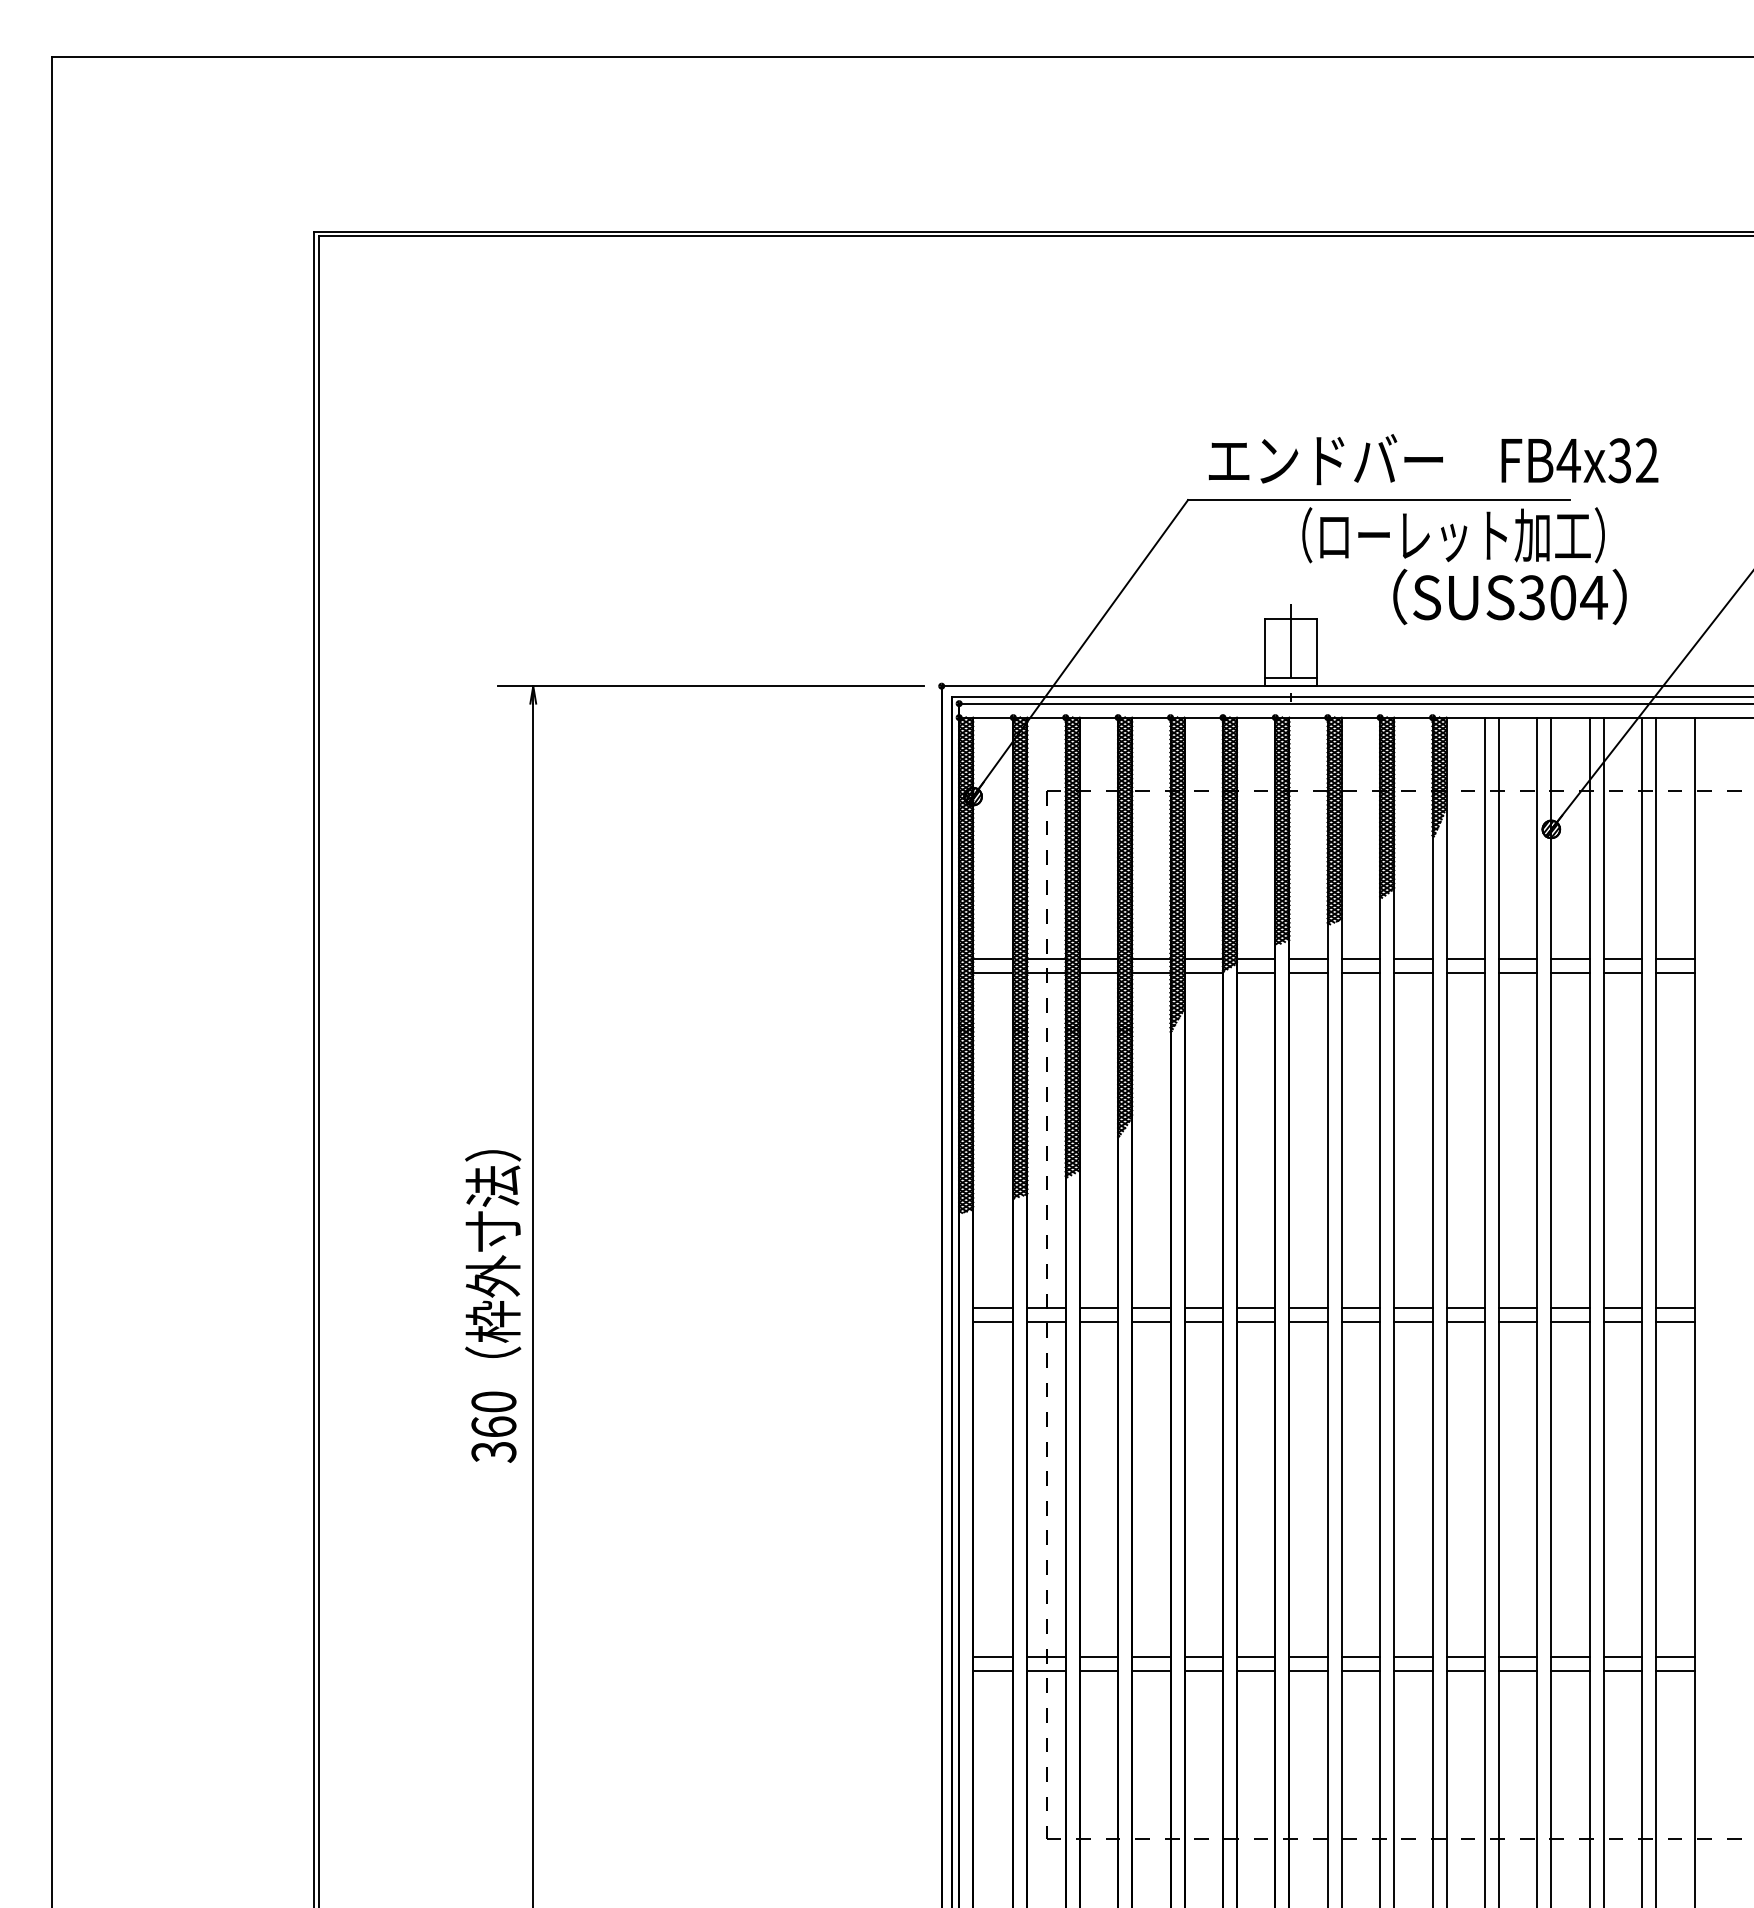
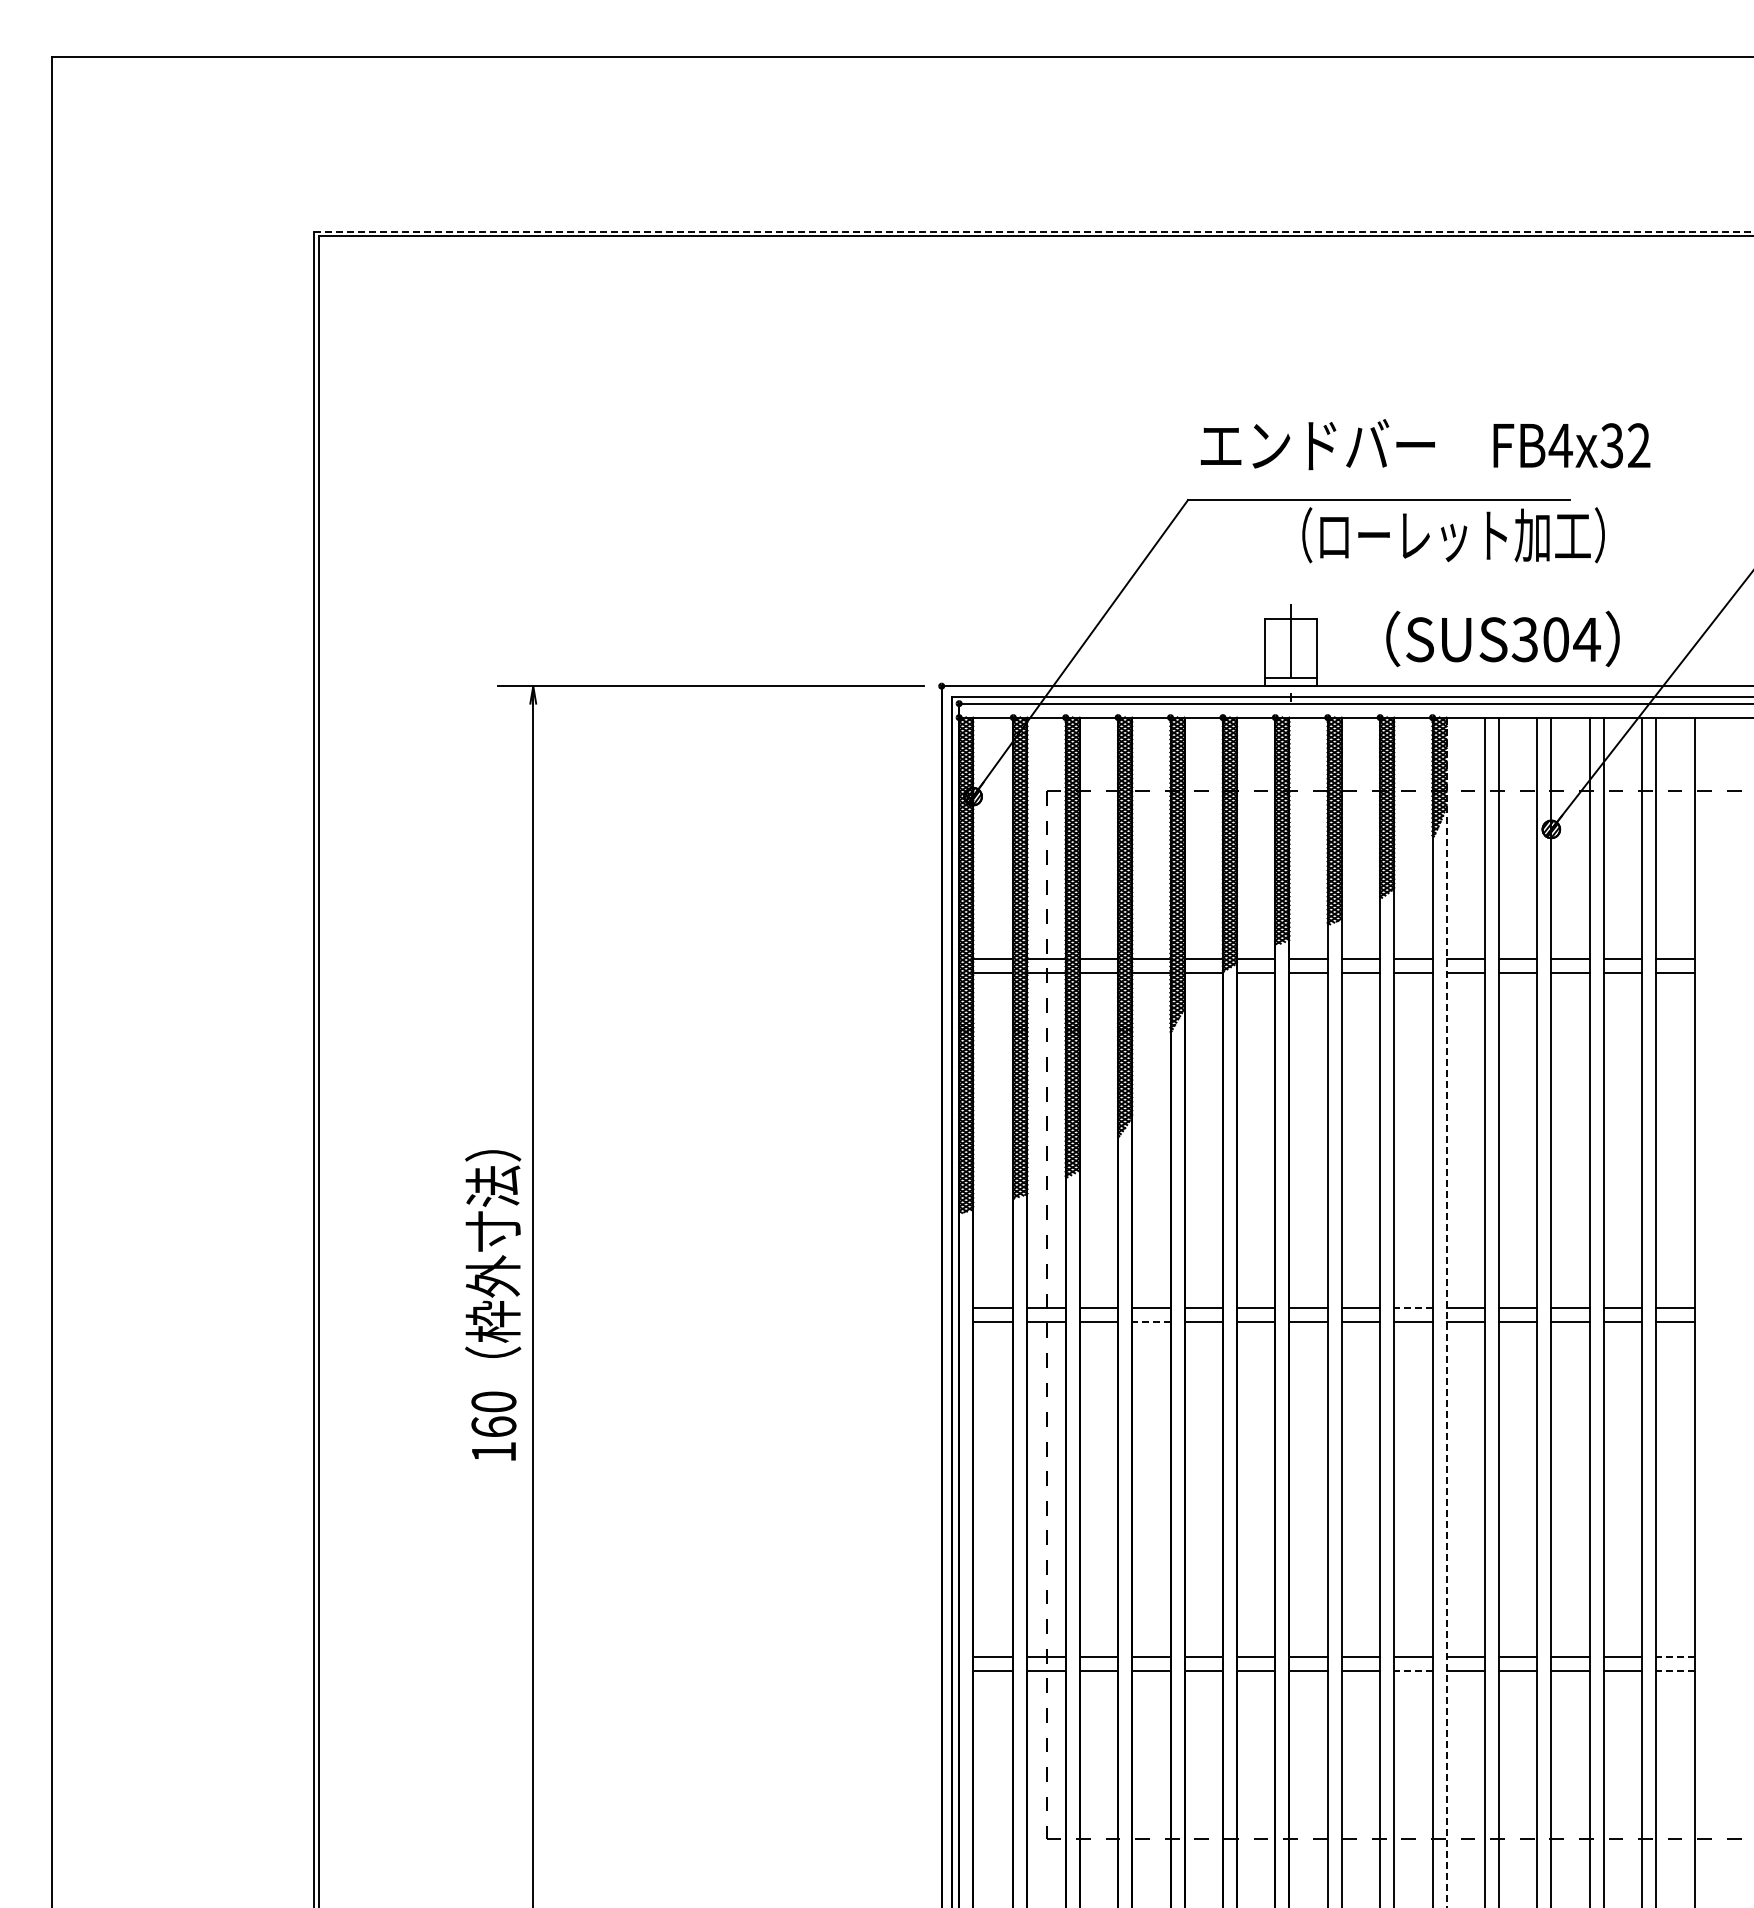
line at (1034, 231): solid -> dashed
text at (1433, 459) position: (1433, 459) -> (1425, 444)
text at (1509, 596) position: (1509, 596) -> (1502, 638)
line at (1412, 1308): solid -> dashed
line at (1446, 1312): solid -> dashed
line at (1150, 1322): solid -> dashed
text at (493, 1452): 360 -> 160
line at (1674, 1657): solid -> dashed
line at (1412, 1671): solid -> dashed
line at (1674, 1671): solid -> dashed
